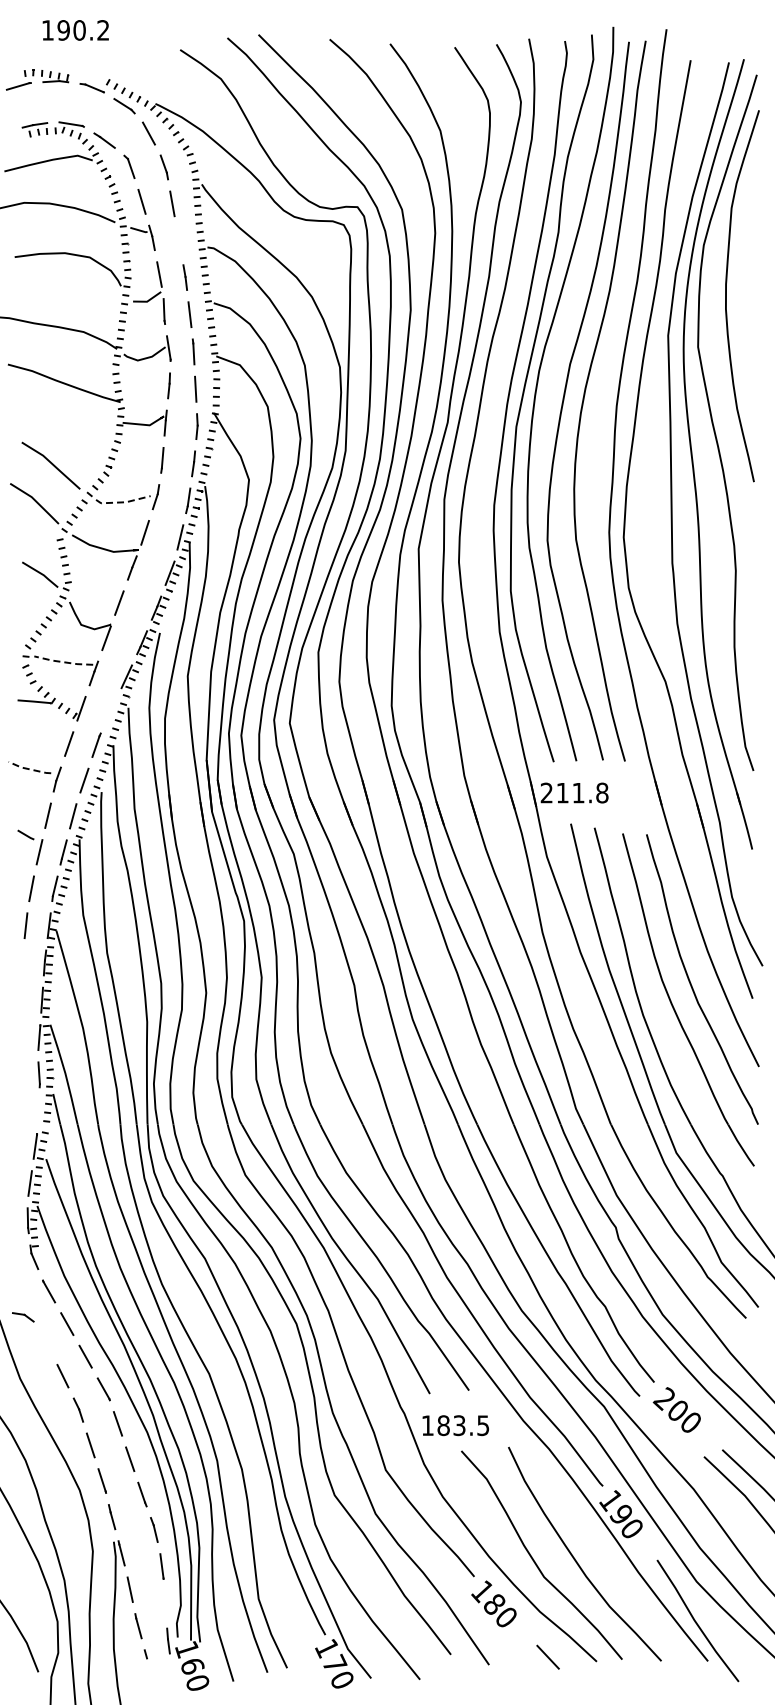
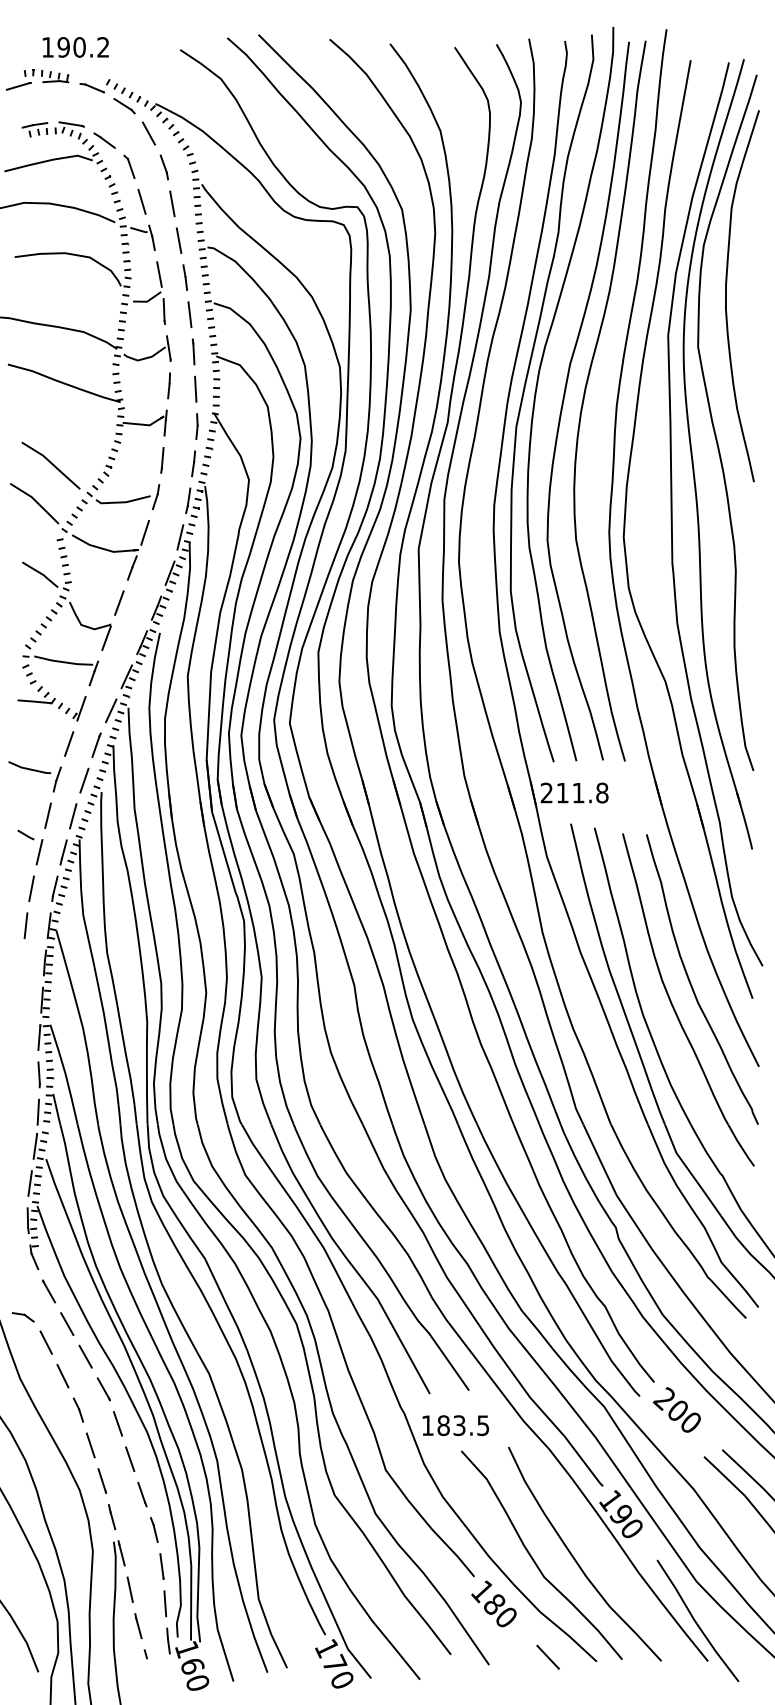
text at (75, 30) position: (75, 30) -> (75, 47)
line at (178, 240): none -> present
line at (123, 502): dashed -> solid
line at (63, 662): dashed -> solid
line at (111, 710): none -> present
line at (29, 769): dashed -> solid
line at (38, 1111): none -> present
line at (45, 1342): none -> present
line at (165, 1603): none -> present
